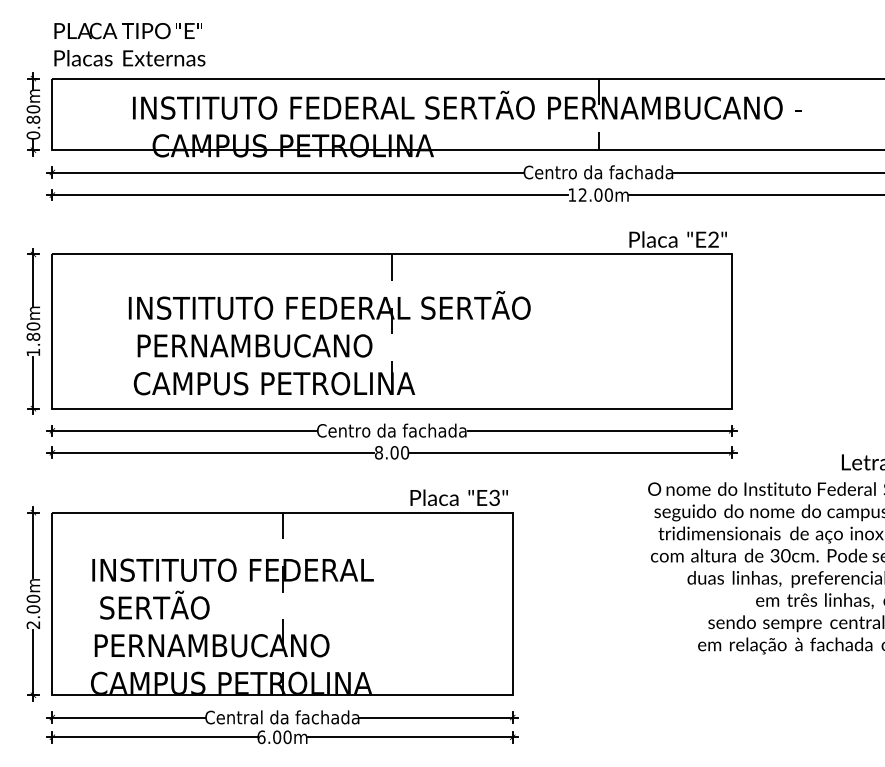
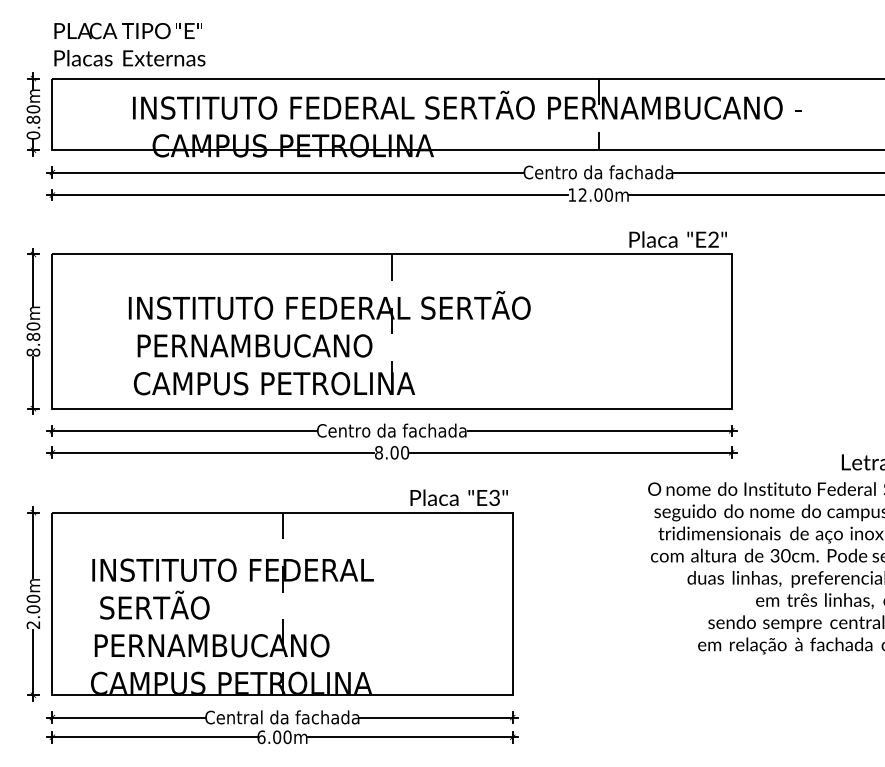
text at (33, 352): 1.80m -> 8.80m
